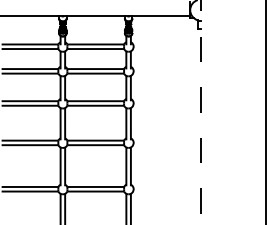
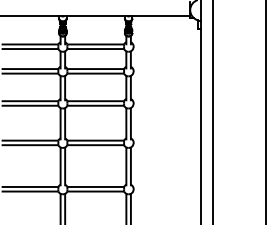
line at (213, 111): none -> present
line at (200, 112): dashed -> solid
